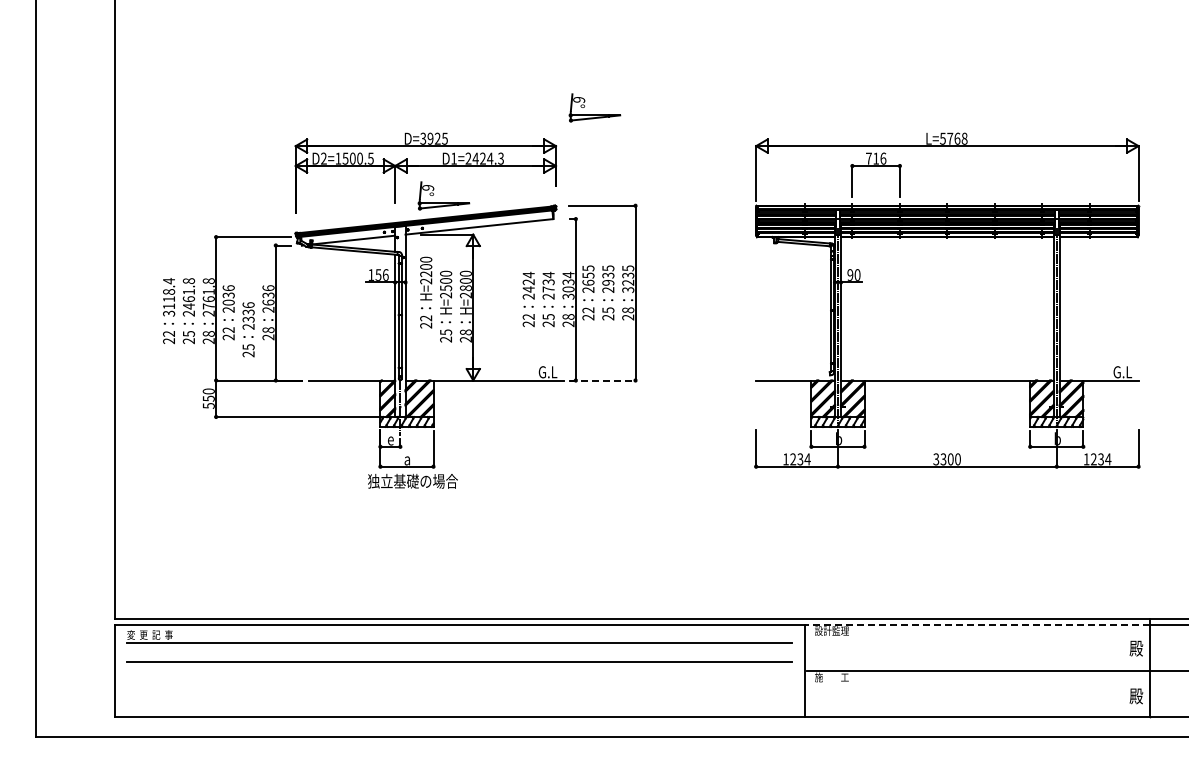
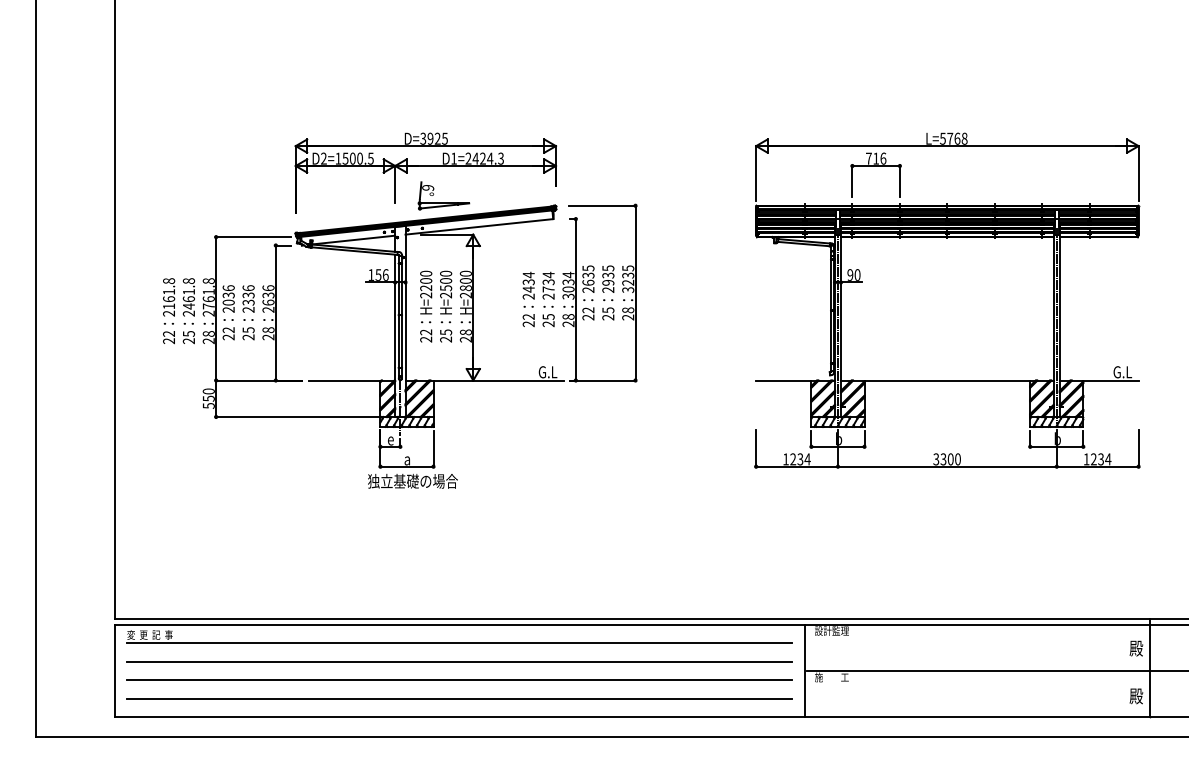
part at (594, 114): present -> none
text at (587, 275): 2655 -> 2635
text at (528, 282): 2424 -> 2434
text at (426, 292) position: (426, 292) -> (426, 306)
text at (169, 297): 3118.4 -> 2161.8
text at (248, 329) position: (248, 329) -> (248, 312)
line at (602, 380): dashed -> solid
line at (976, 624): dashed -> solid
line at (458, 680): none -> present
line at (458, 698): none -> present
